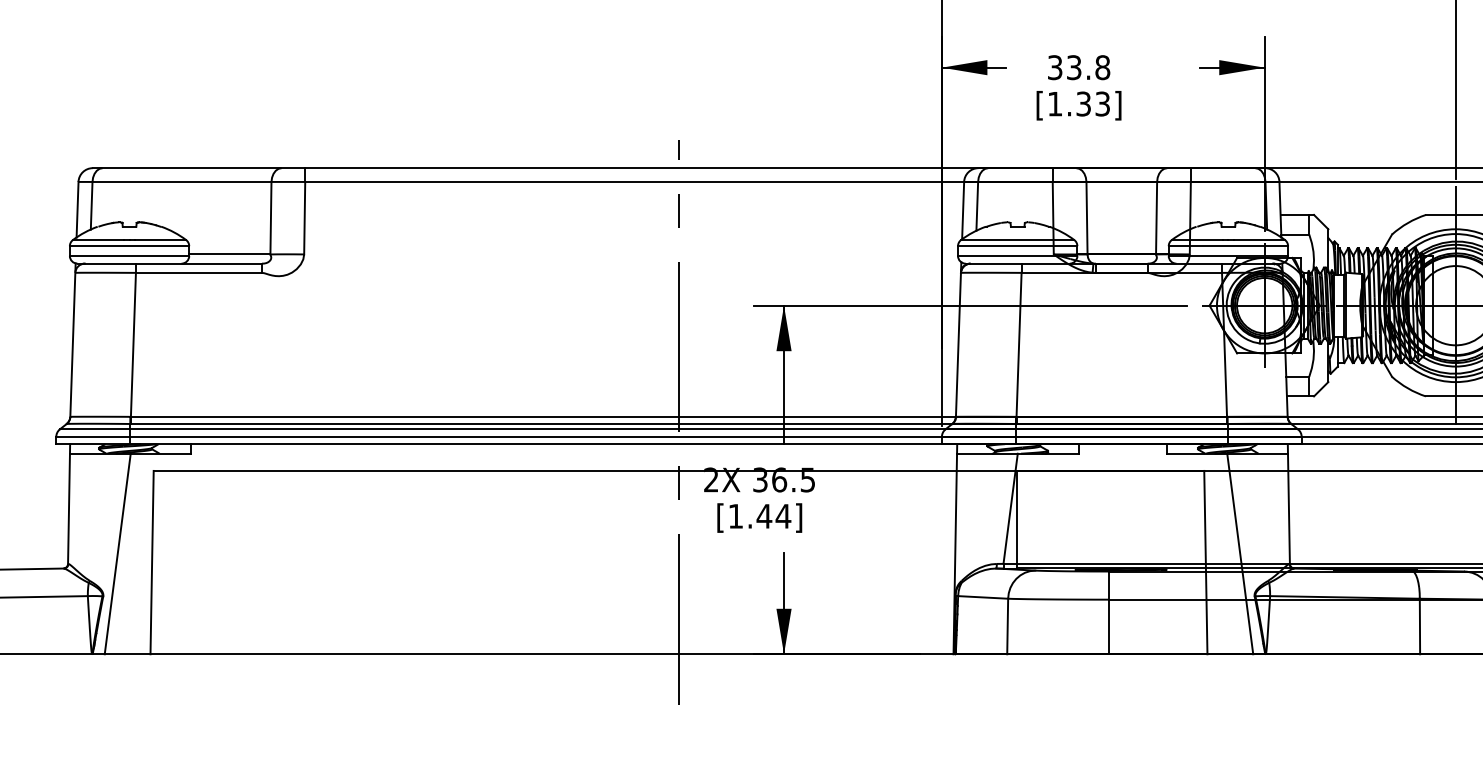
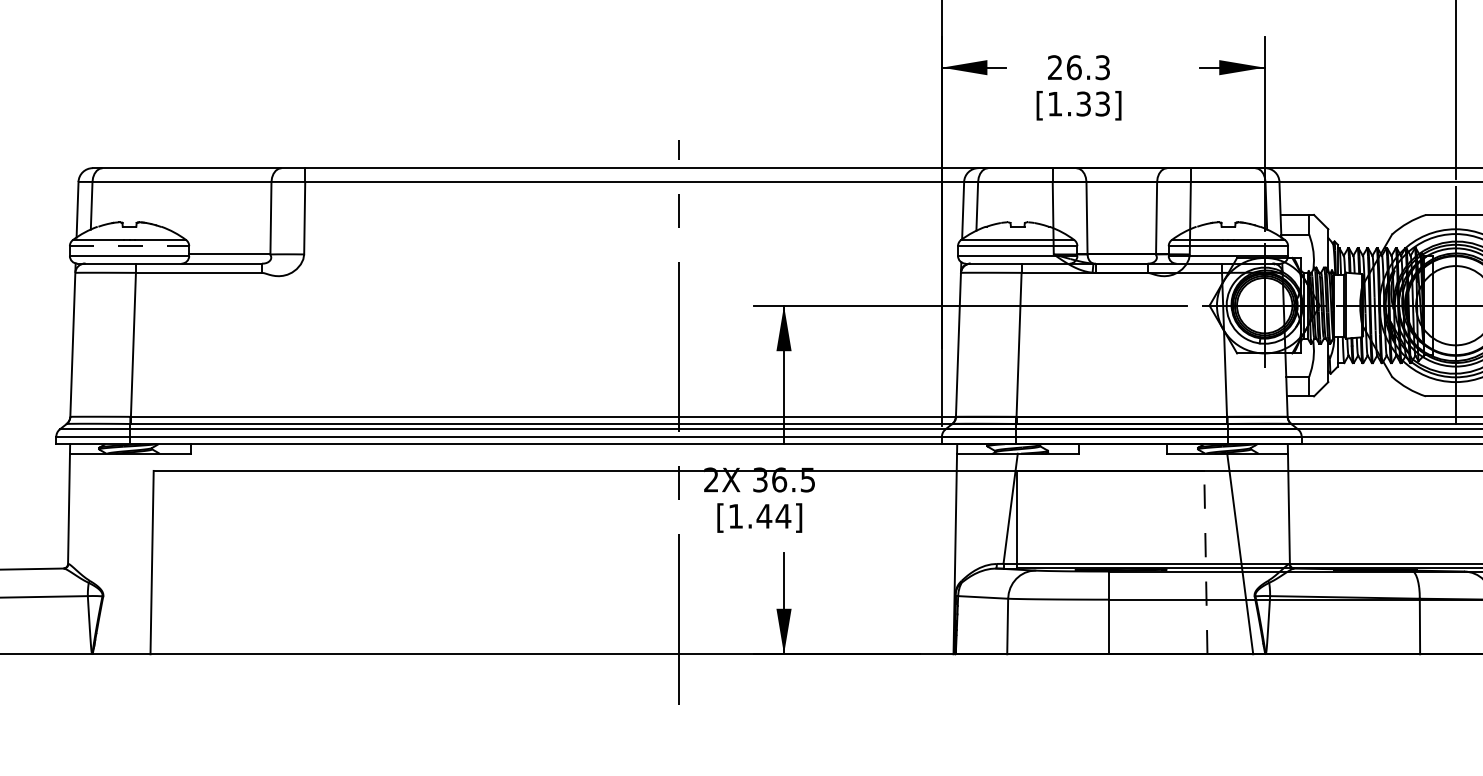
text at (1079, 67): 33.8 -> 26.3
line at (129, 246): solid -> dashed
line at (117, 553): present -> none
line at (1205, 562): solid -> dashed
